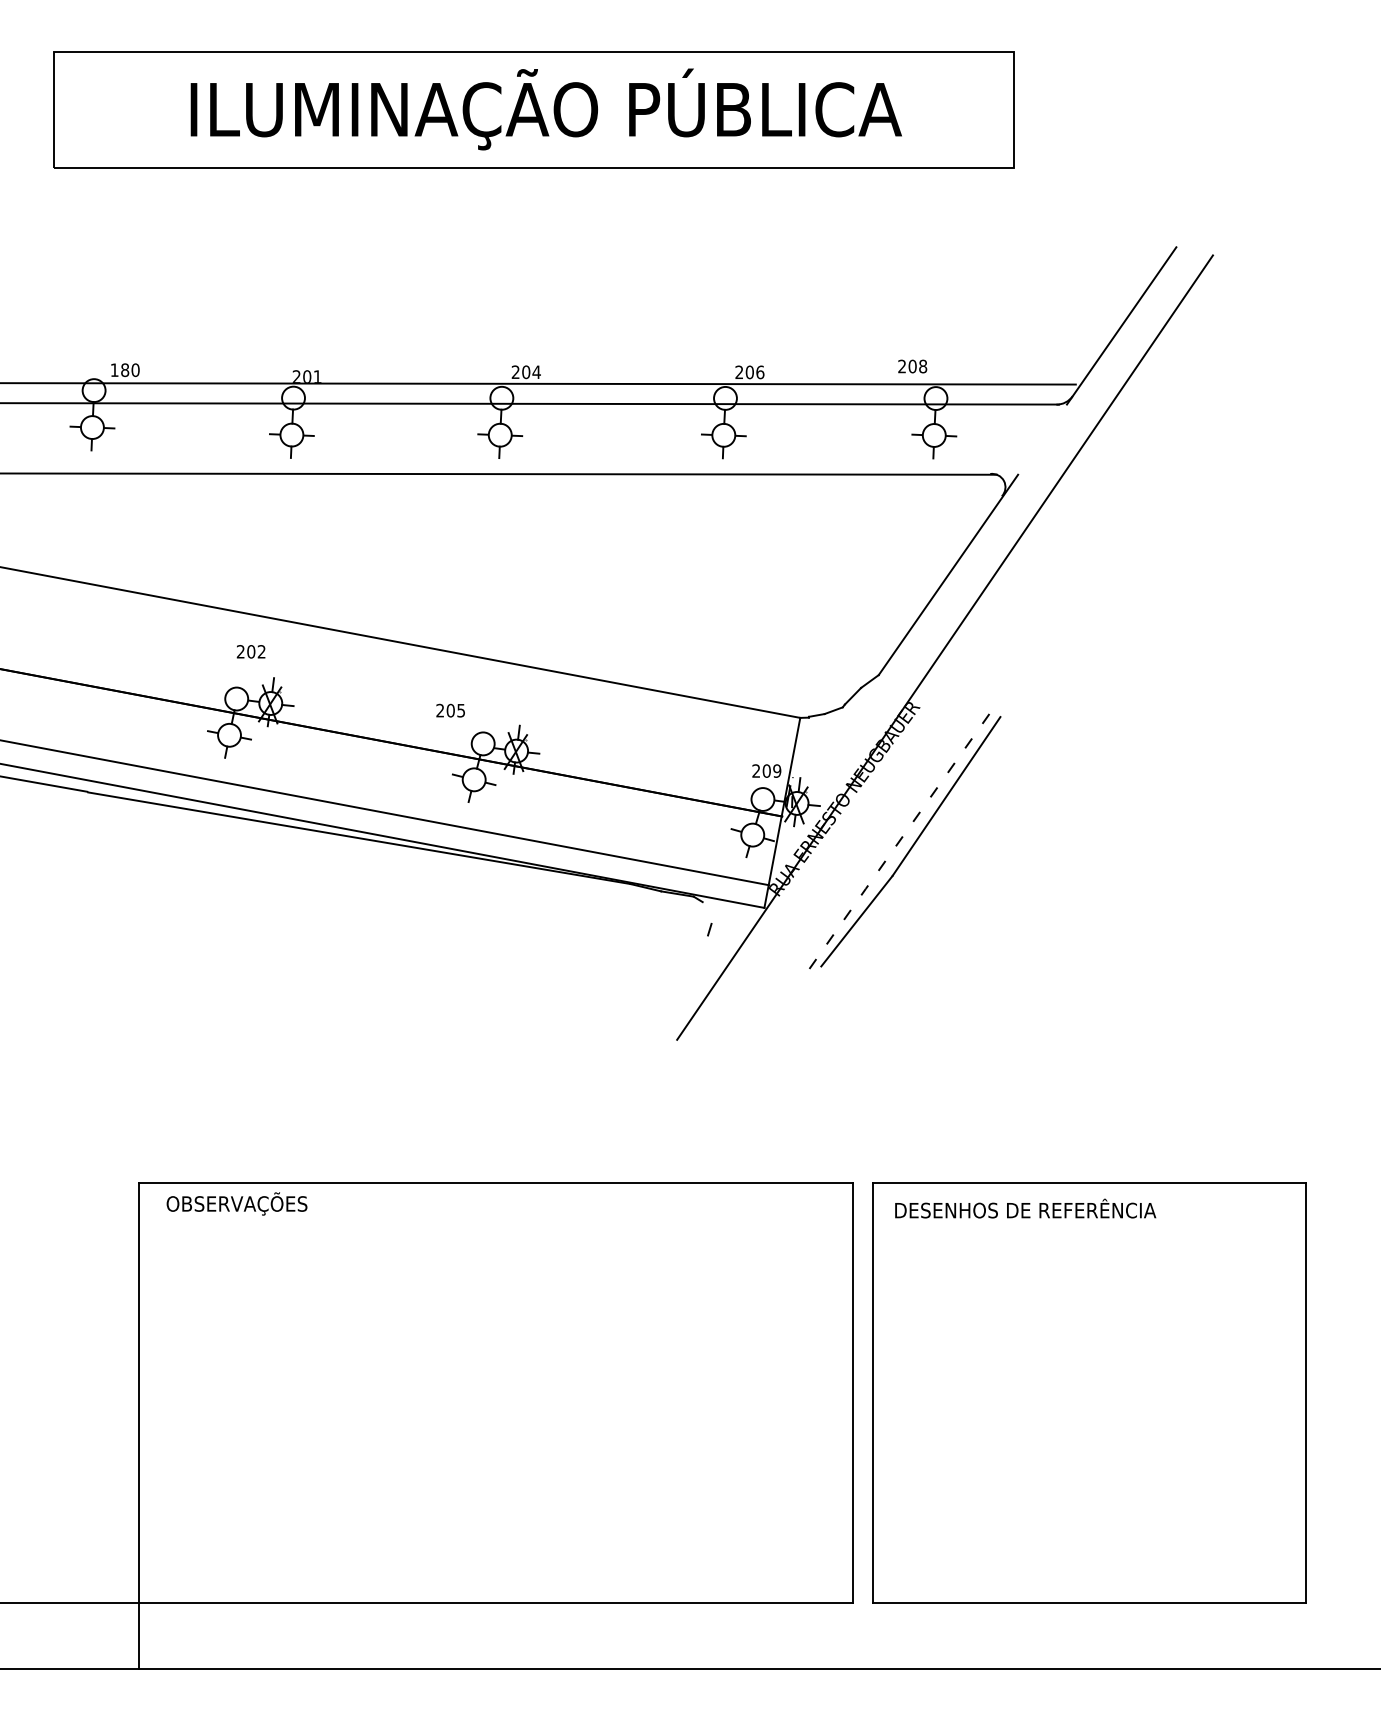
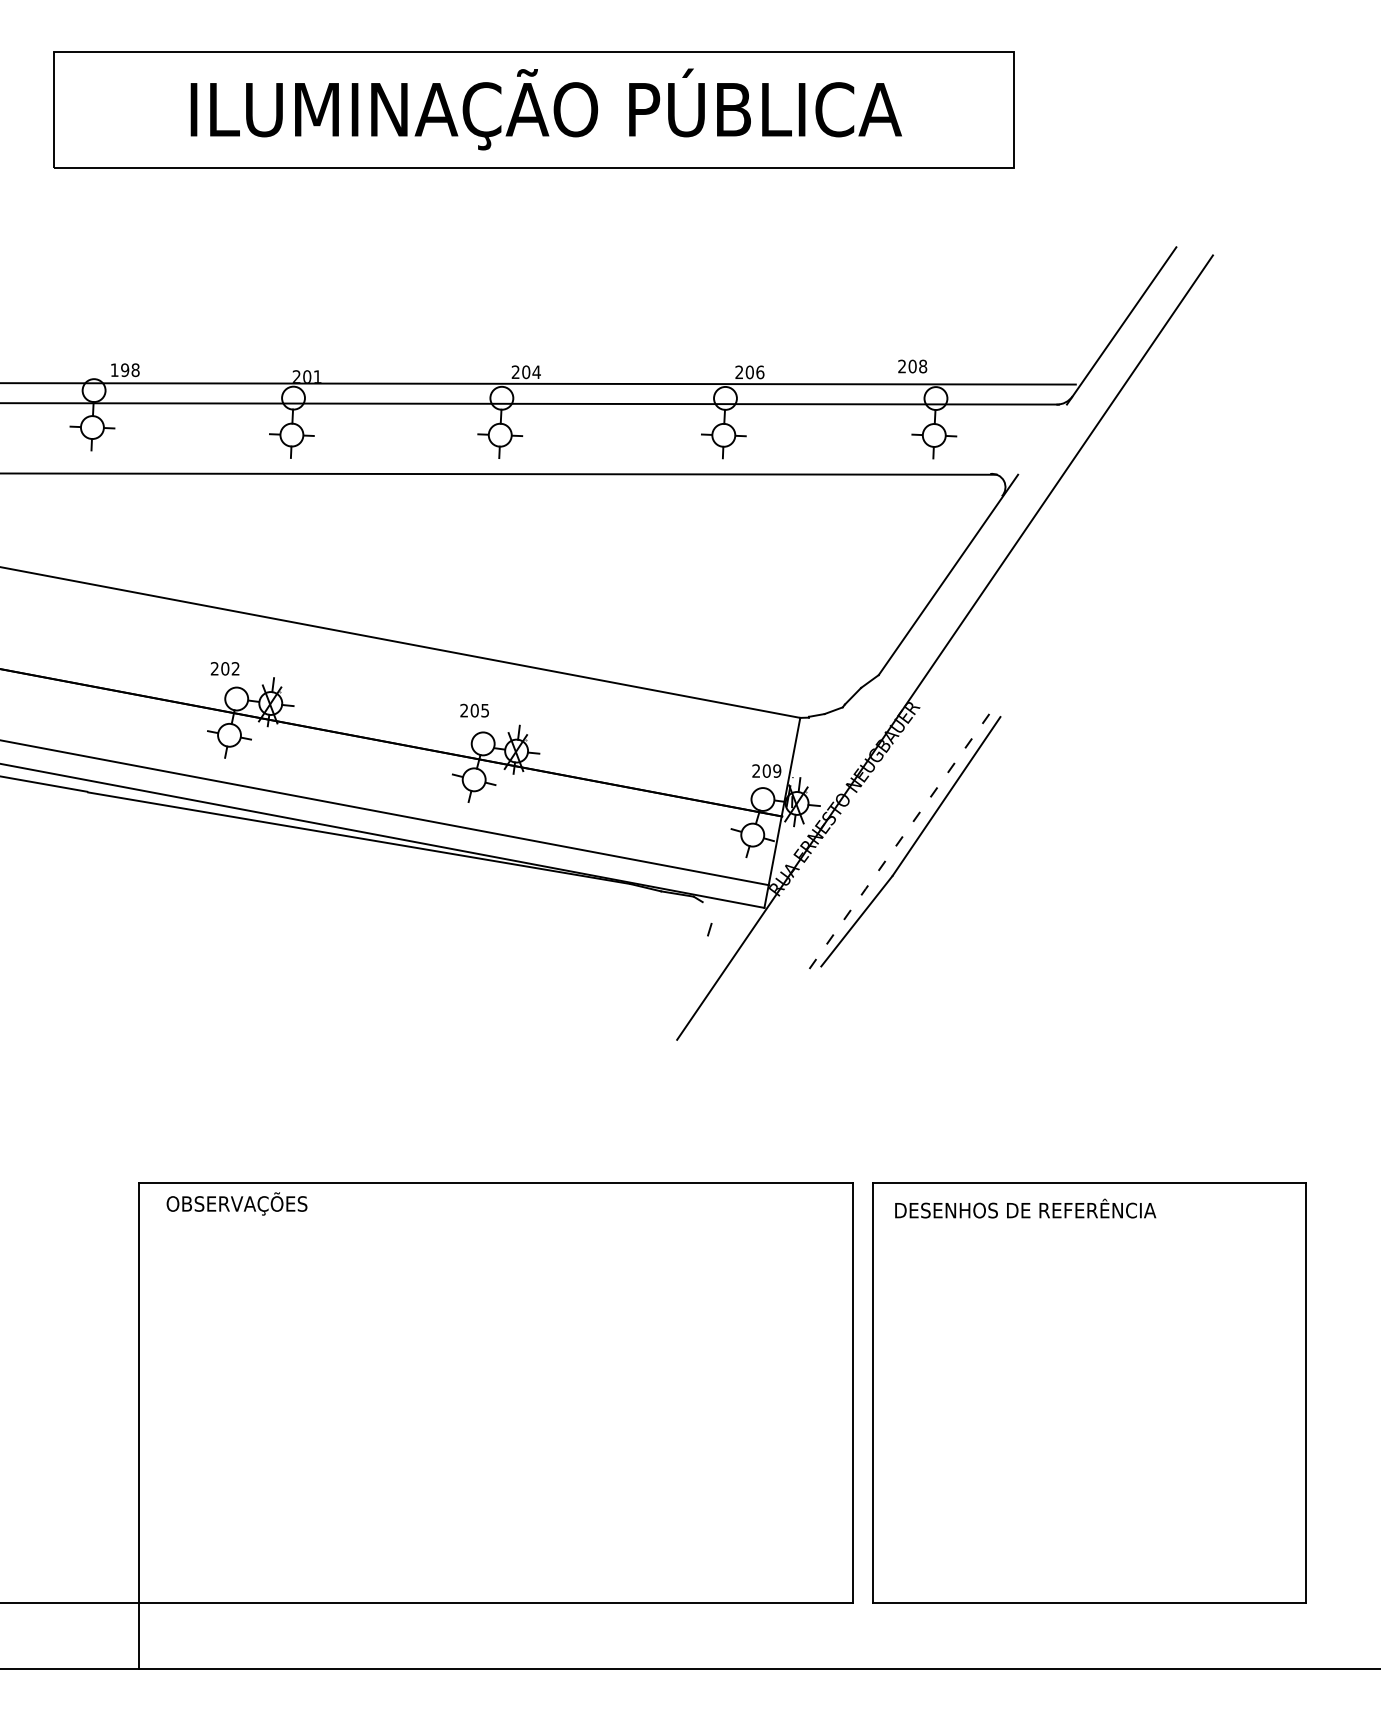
text at (130, 370): 180 -> 198
text at (250, 651) position: (250, 651) -> (224, 668)
text at (450, 710) position: (450, 710) -> (474, 710)
